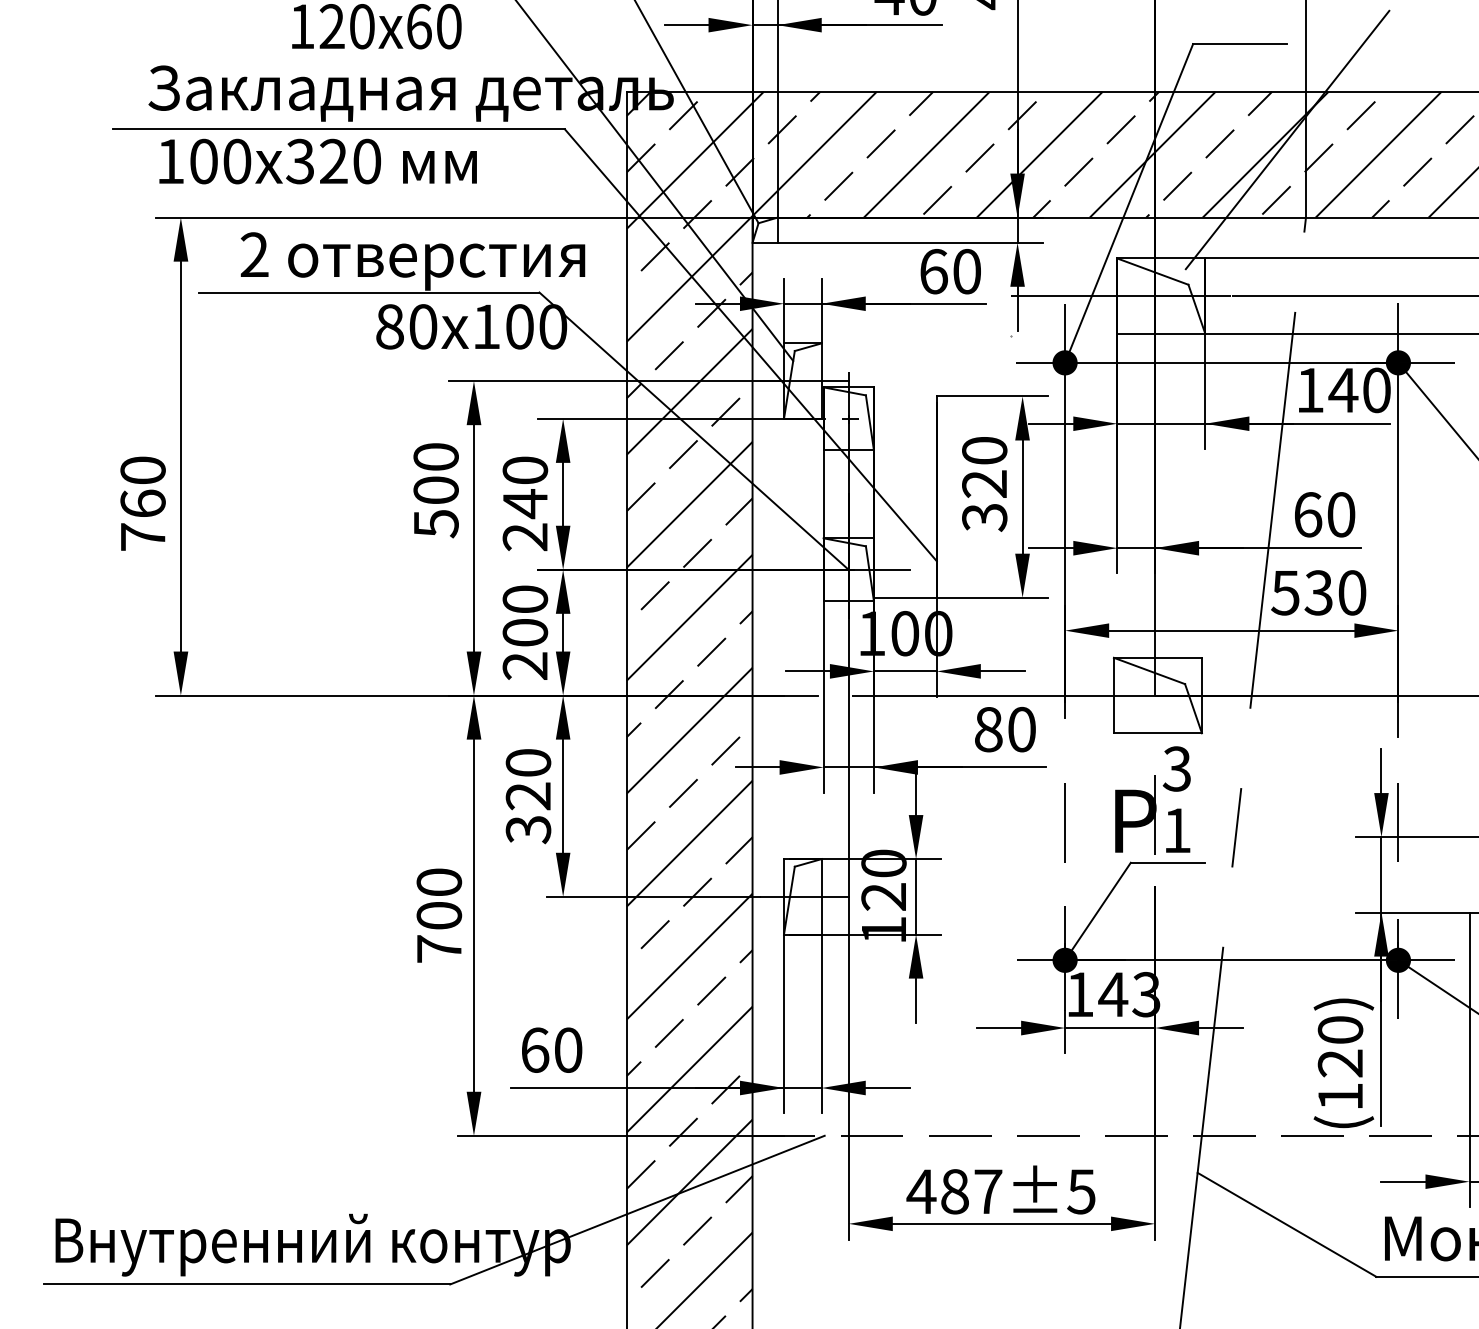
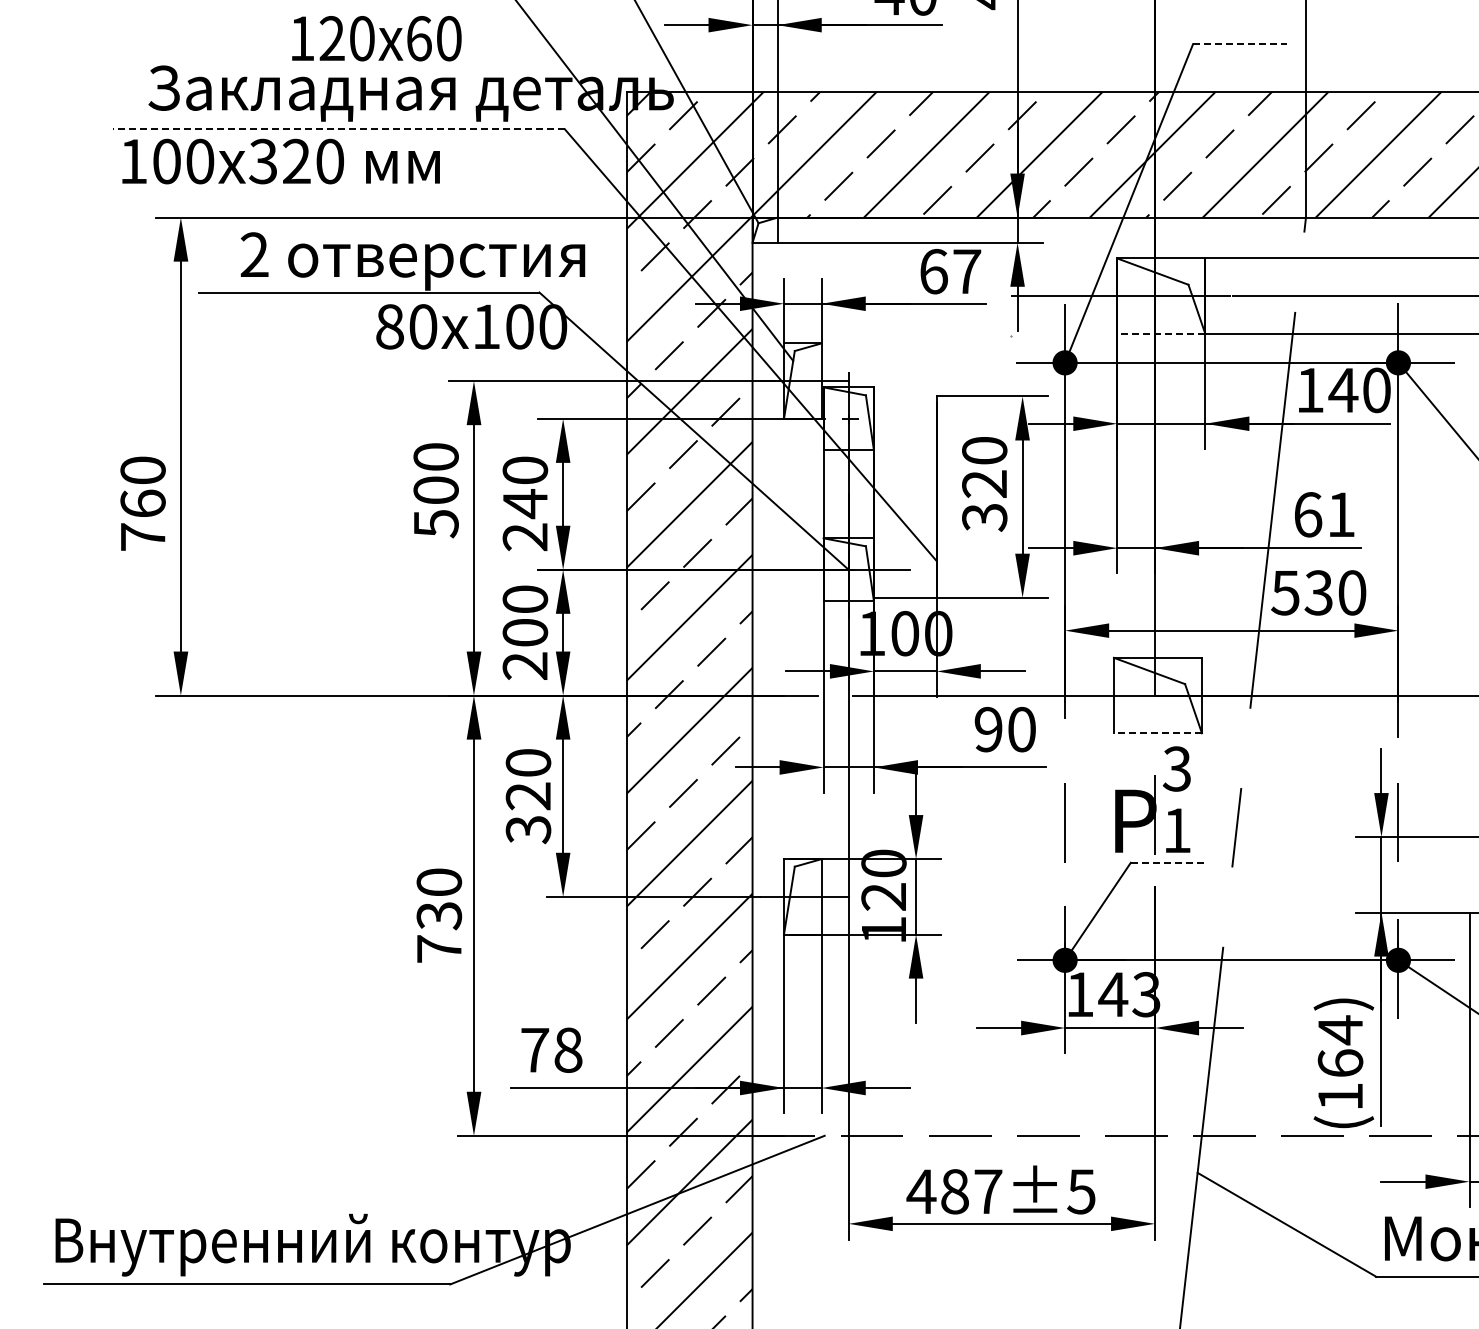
text at (376, 26) position: (376, 26) -> (376, 38)
line at (1240, 44): solid -> dashed
line at (338, 129): solid -> dashed
line at (1287, 139): present -> none
text at (317, 161) position: (317, 161) -> (280, 161)
text at (967, 271): 60 -> 67
line at (1160, 333): solid -> dashed
text at (1341, 514): 60 -> 61
text at (988, 729): 80 -> 90
line at (1157, 733): solid -> dashed
line at (1167, 862): solid -> dashed
text at (438, 916): 700 -> 730
text at (1340, 1046): (120) -> (164)
text at (551, 1049): 60 -> 78
